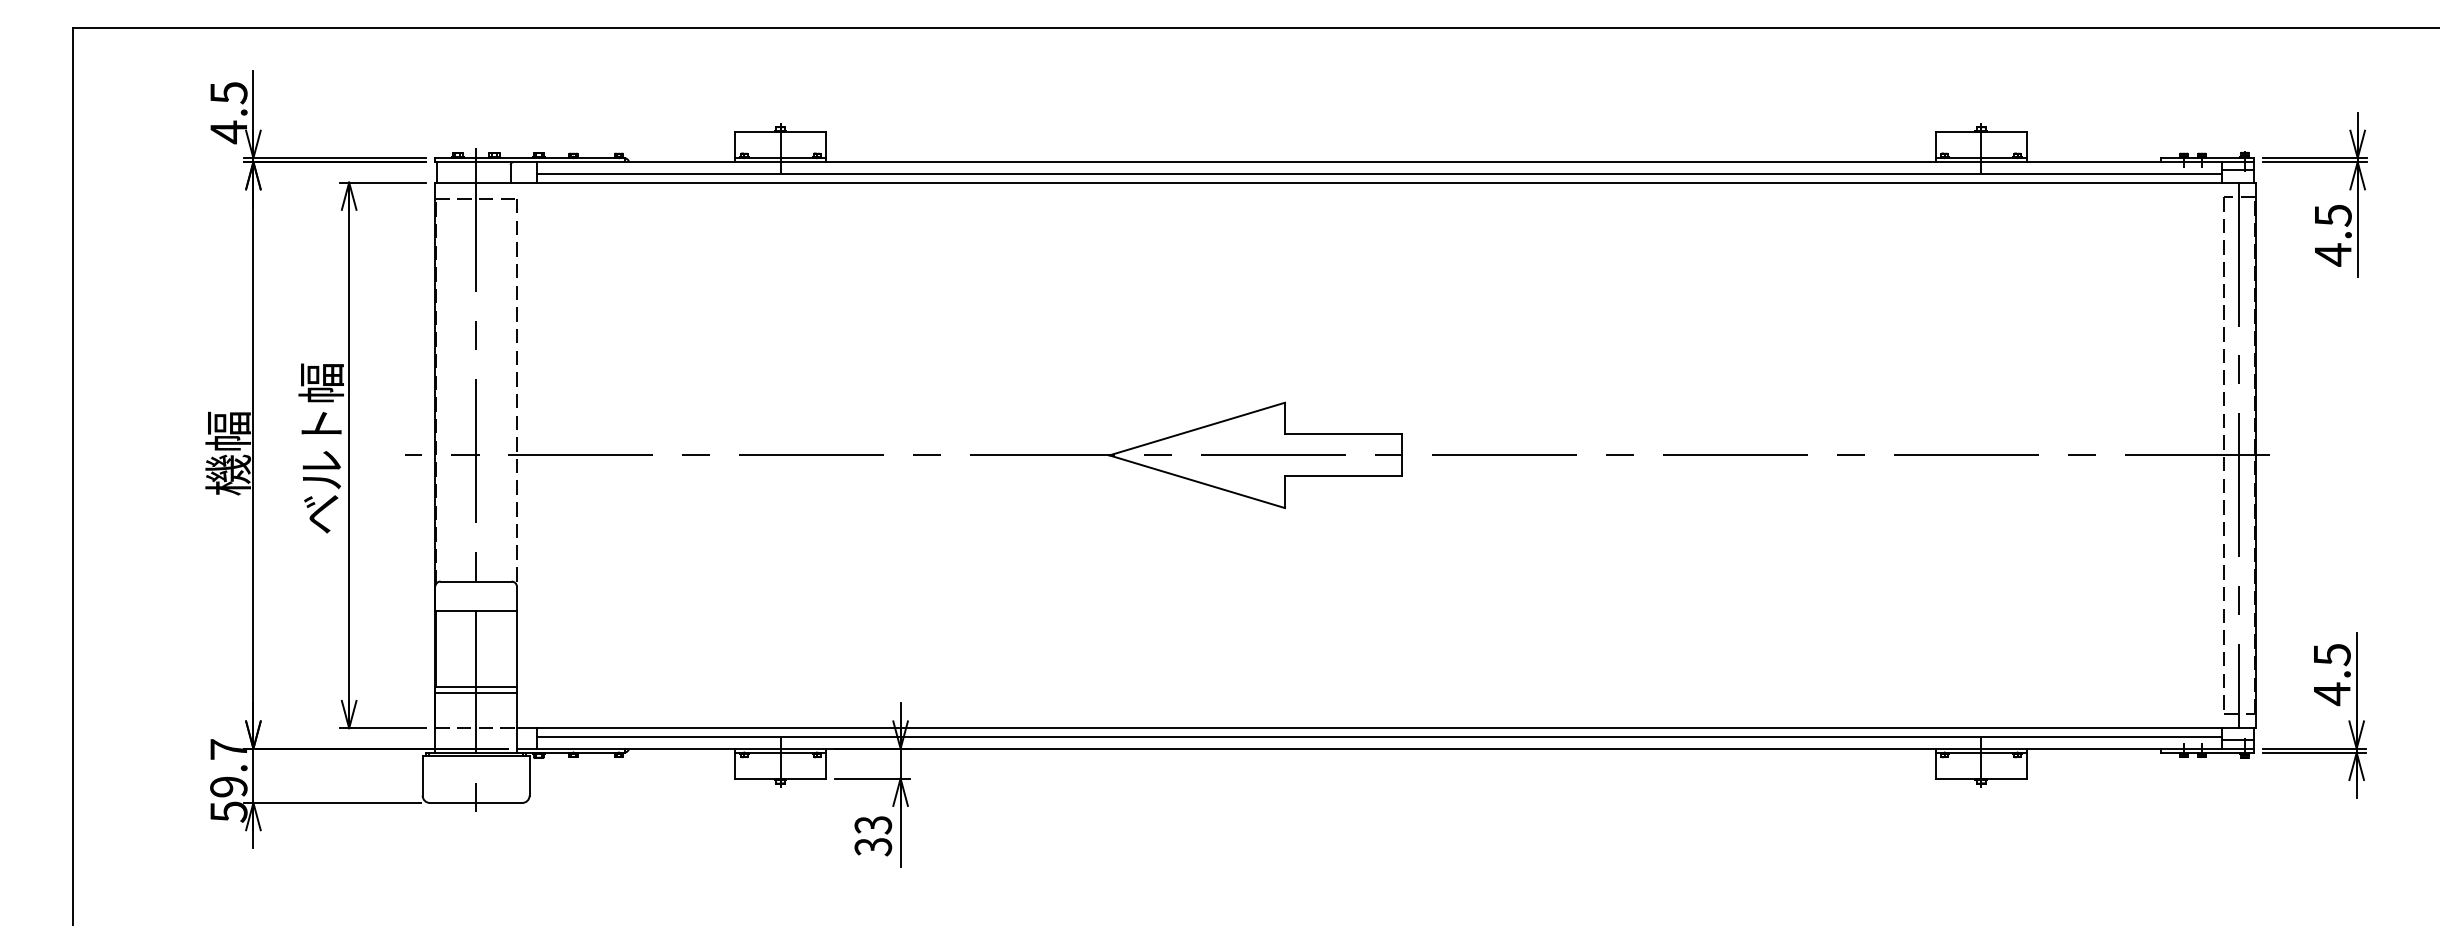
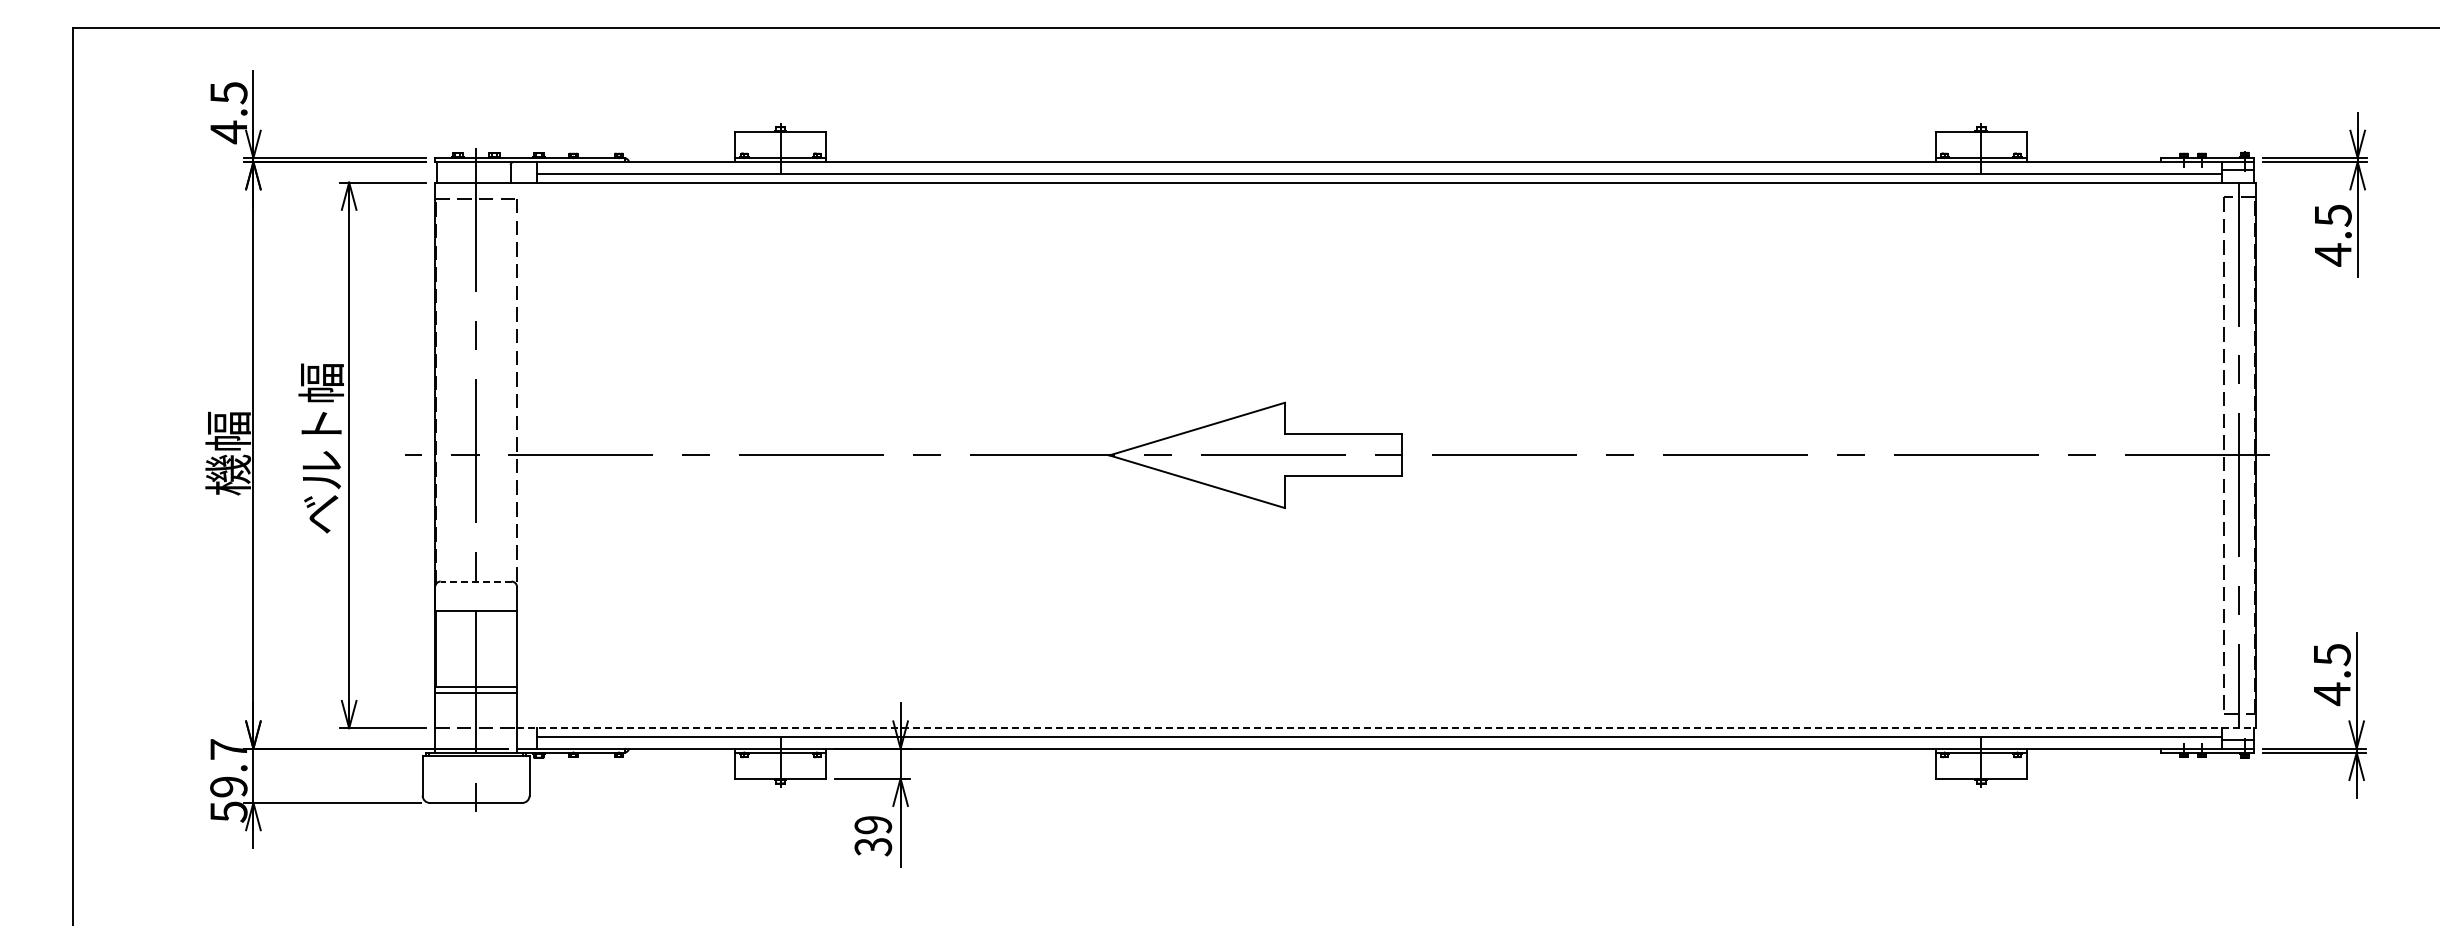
line at (475, 581): solid -> dashed
line at (1386, 728): solid -> dashed
text at (873, 825): 33 -> 39
